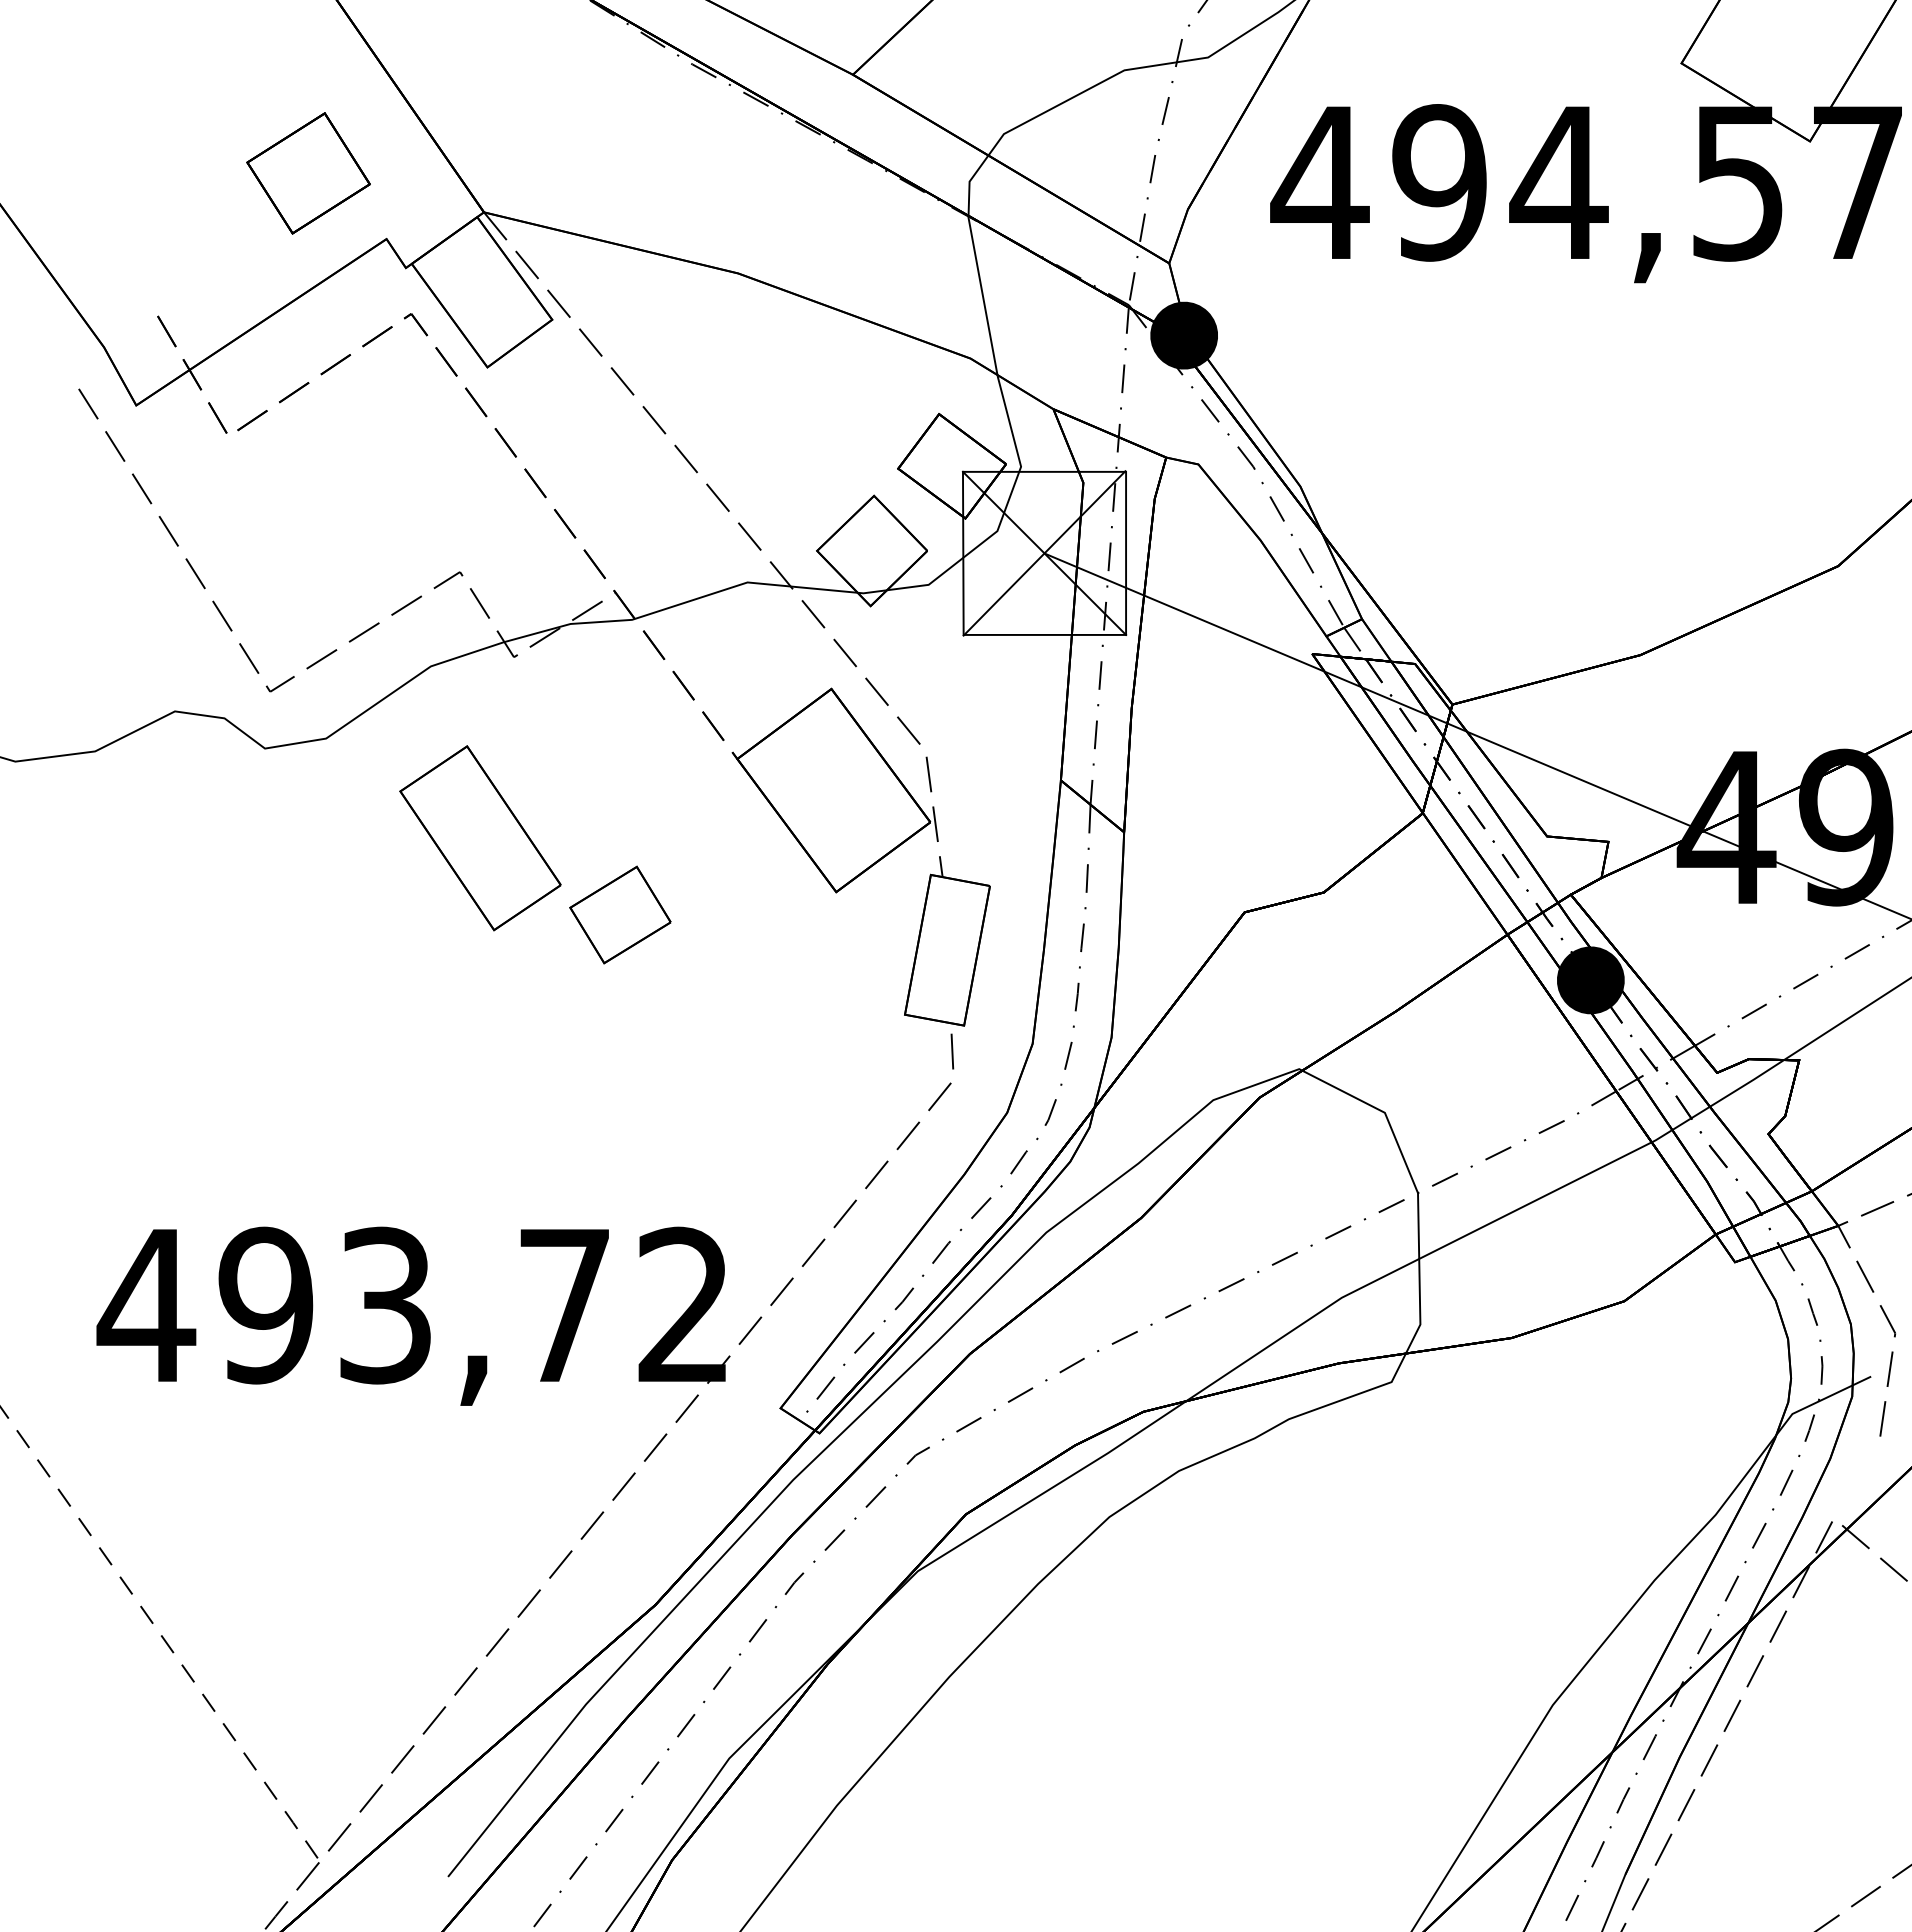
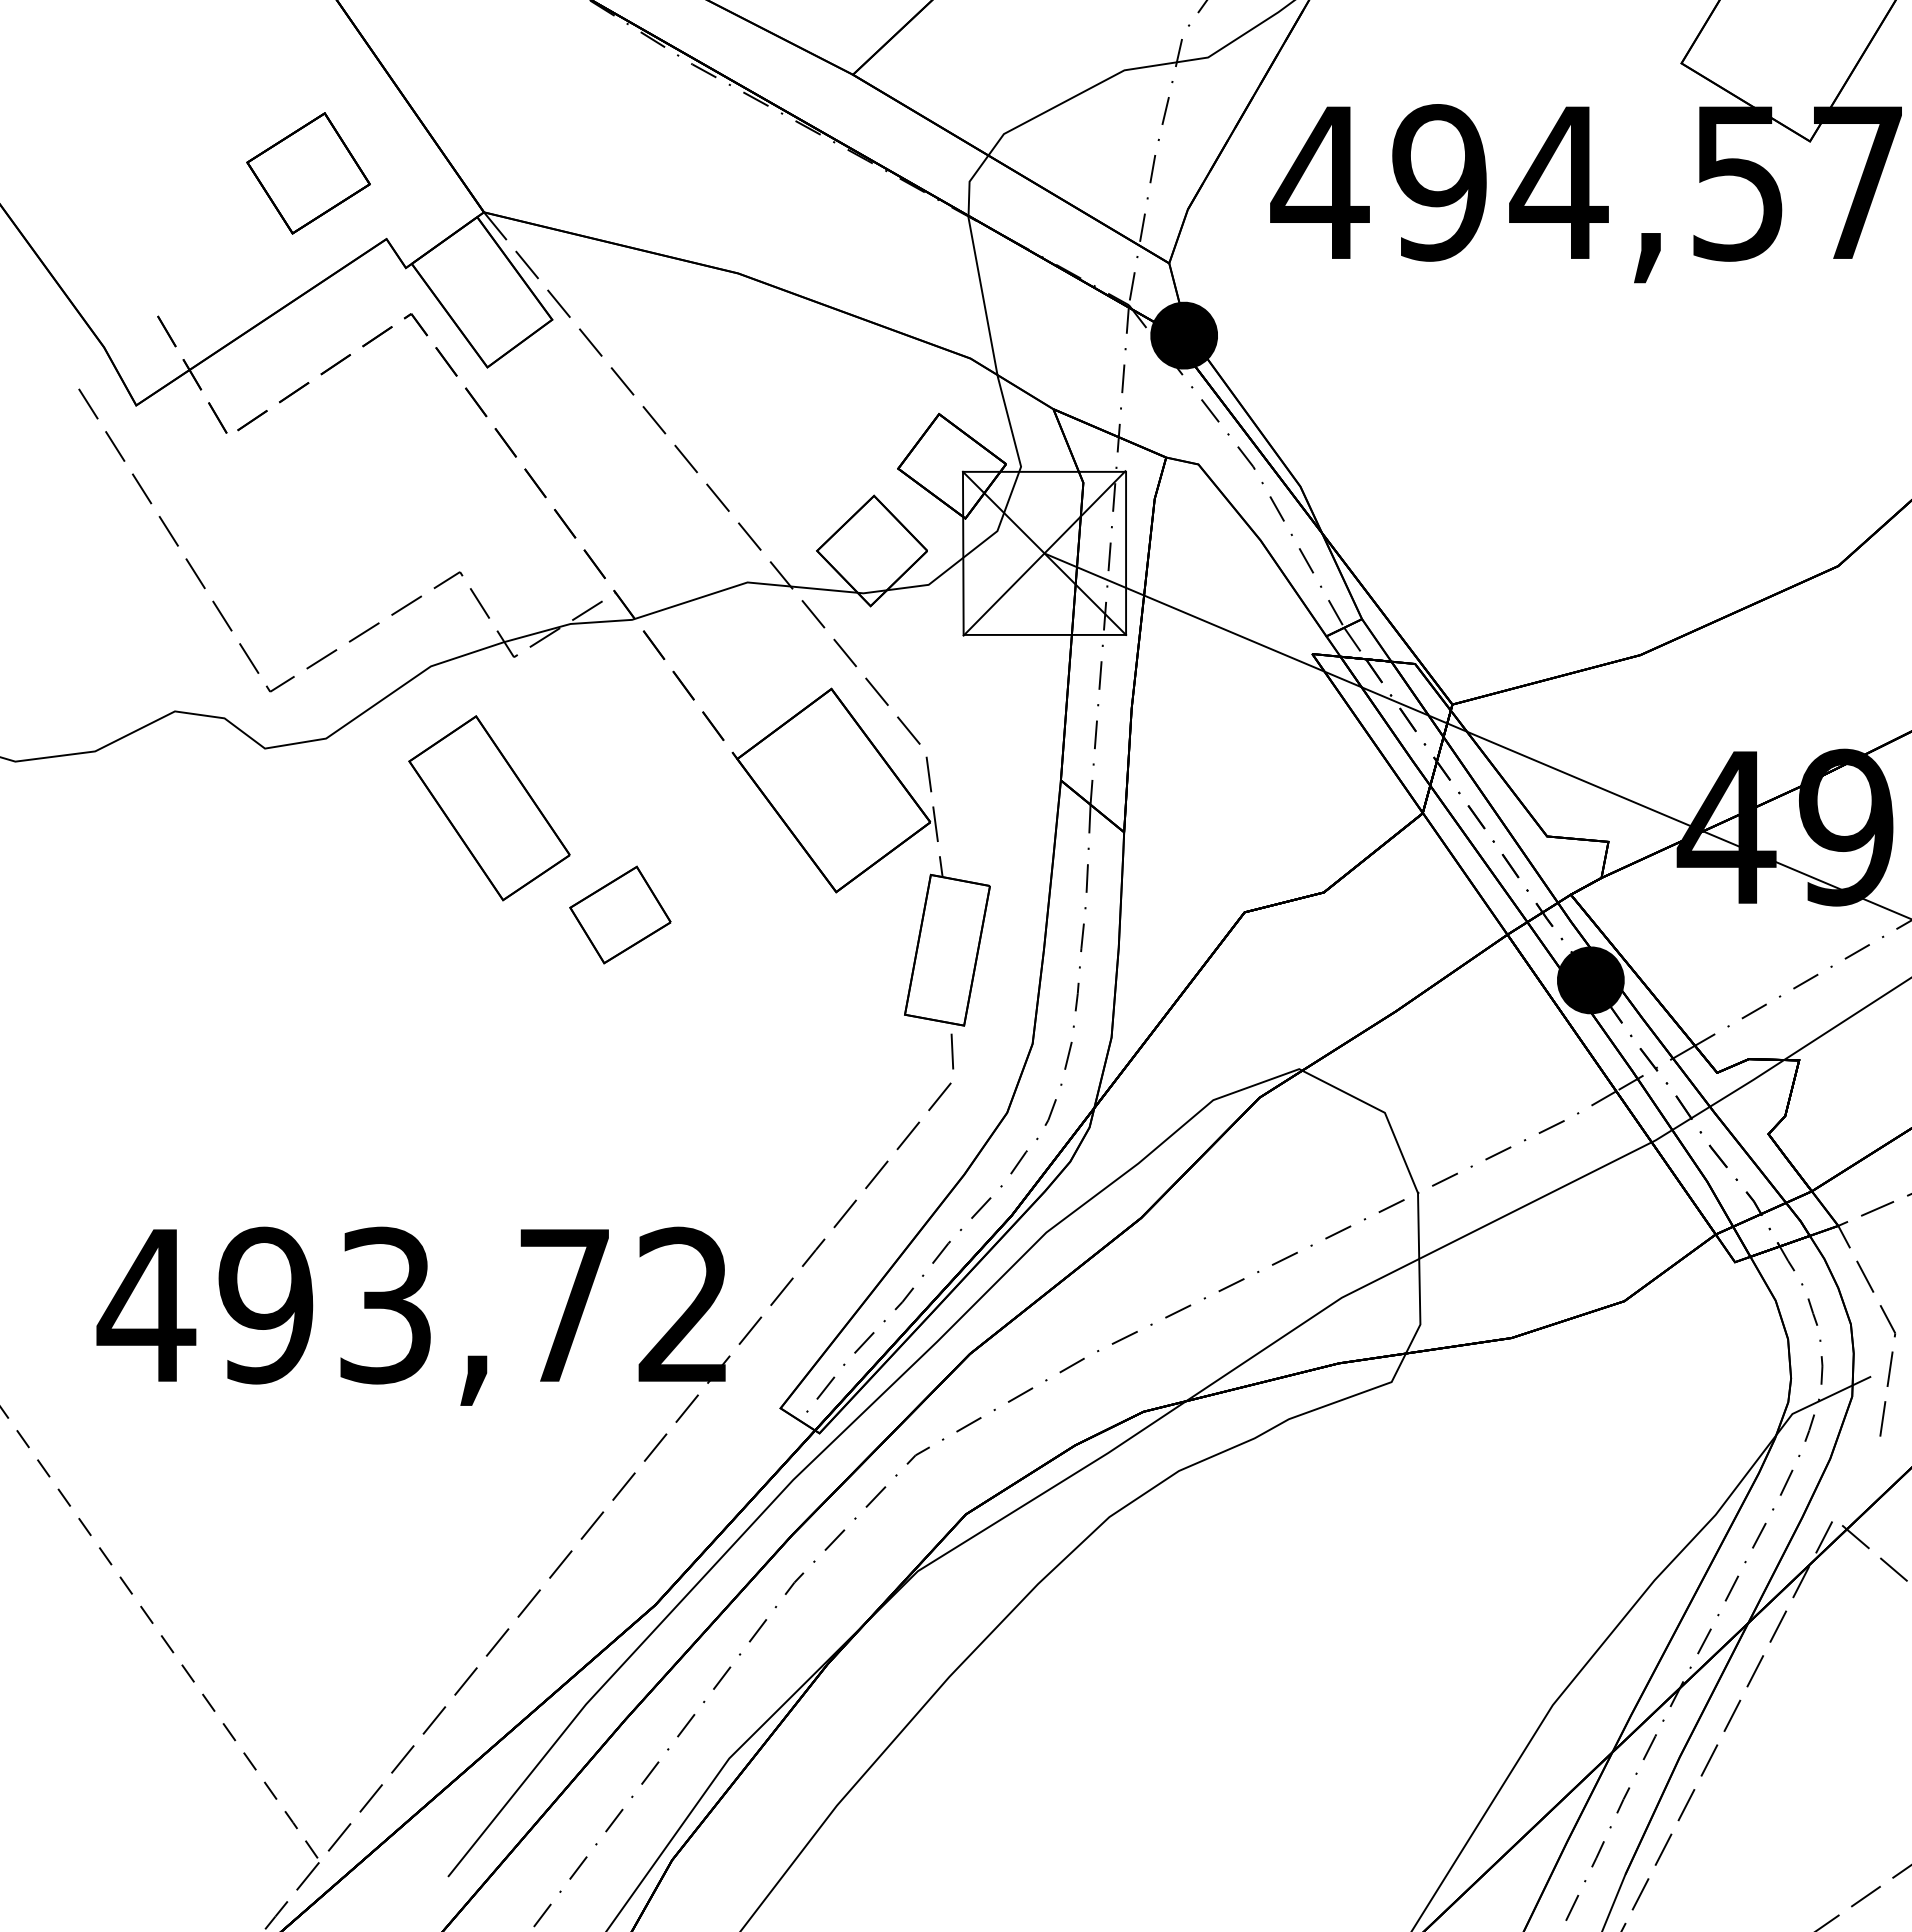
part at (480, 838) position: (480, 838) -> (489, 808)
